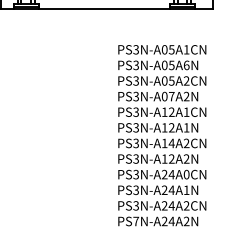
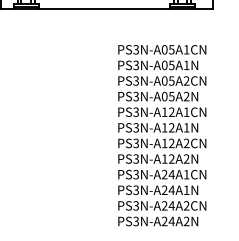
text at (186, 65): PS3N-A05A6N -> PS3N-A05A1N
text at (171, 96): PS3N-A07A2N -> PS3N-A05A2N
text at (171, 143): PS3N-A14A2CN -> PS3N-A12A2CN
text at (186, 174): PS3N-A24A0CN -> PS3N-A24A1CN
text at (136, 221): PS7N-A24A2N -> PS3N-A24A2N
